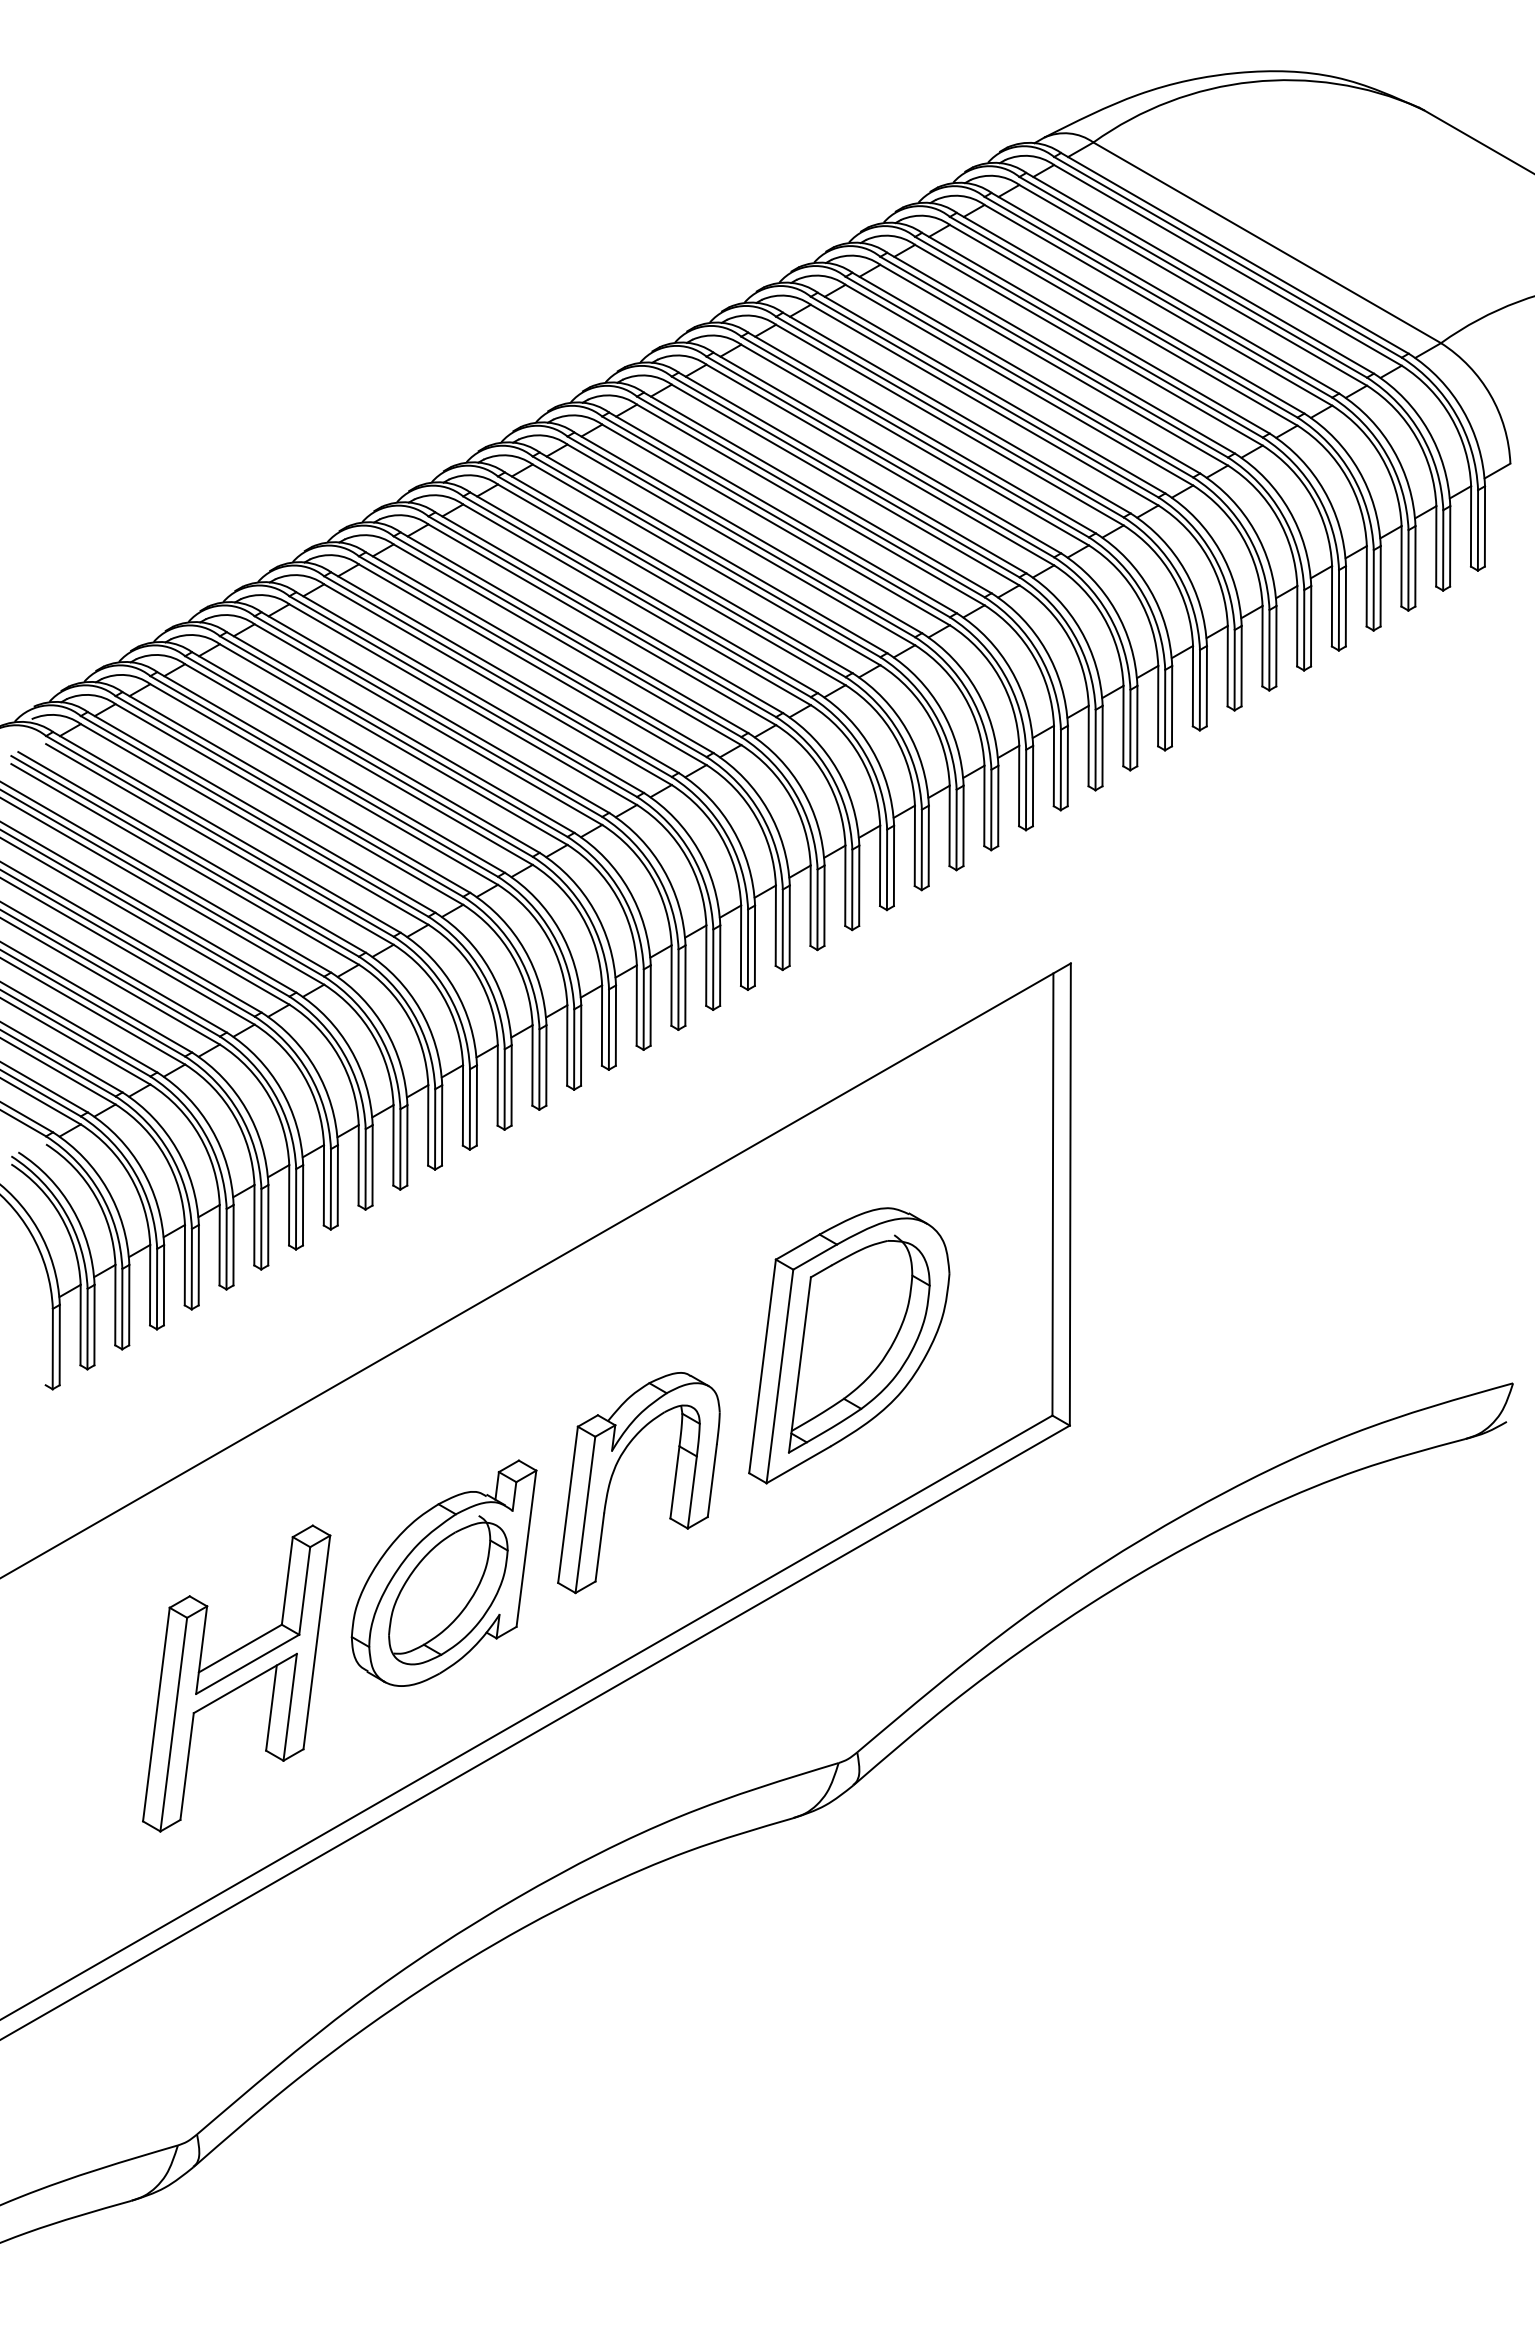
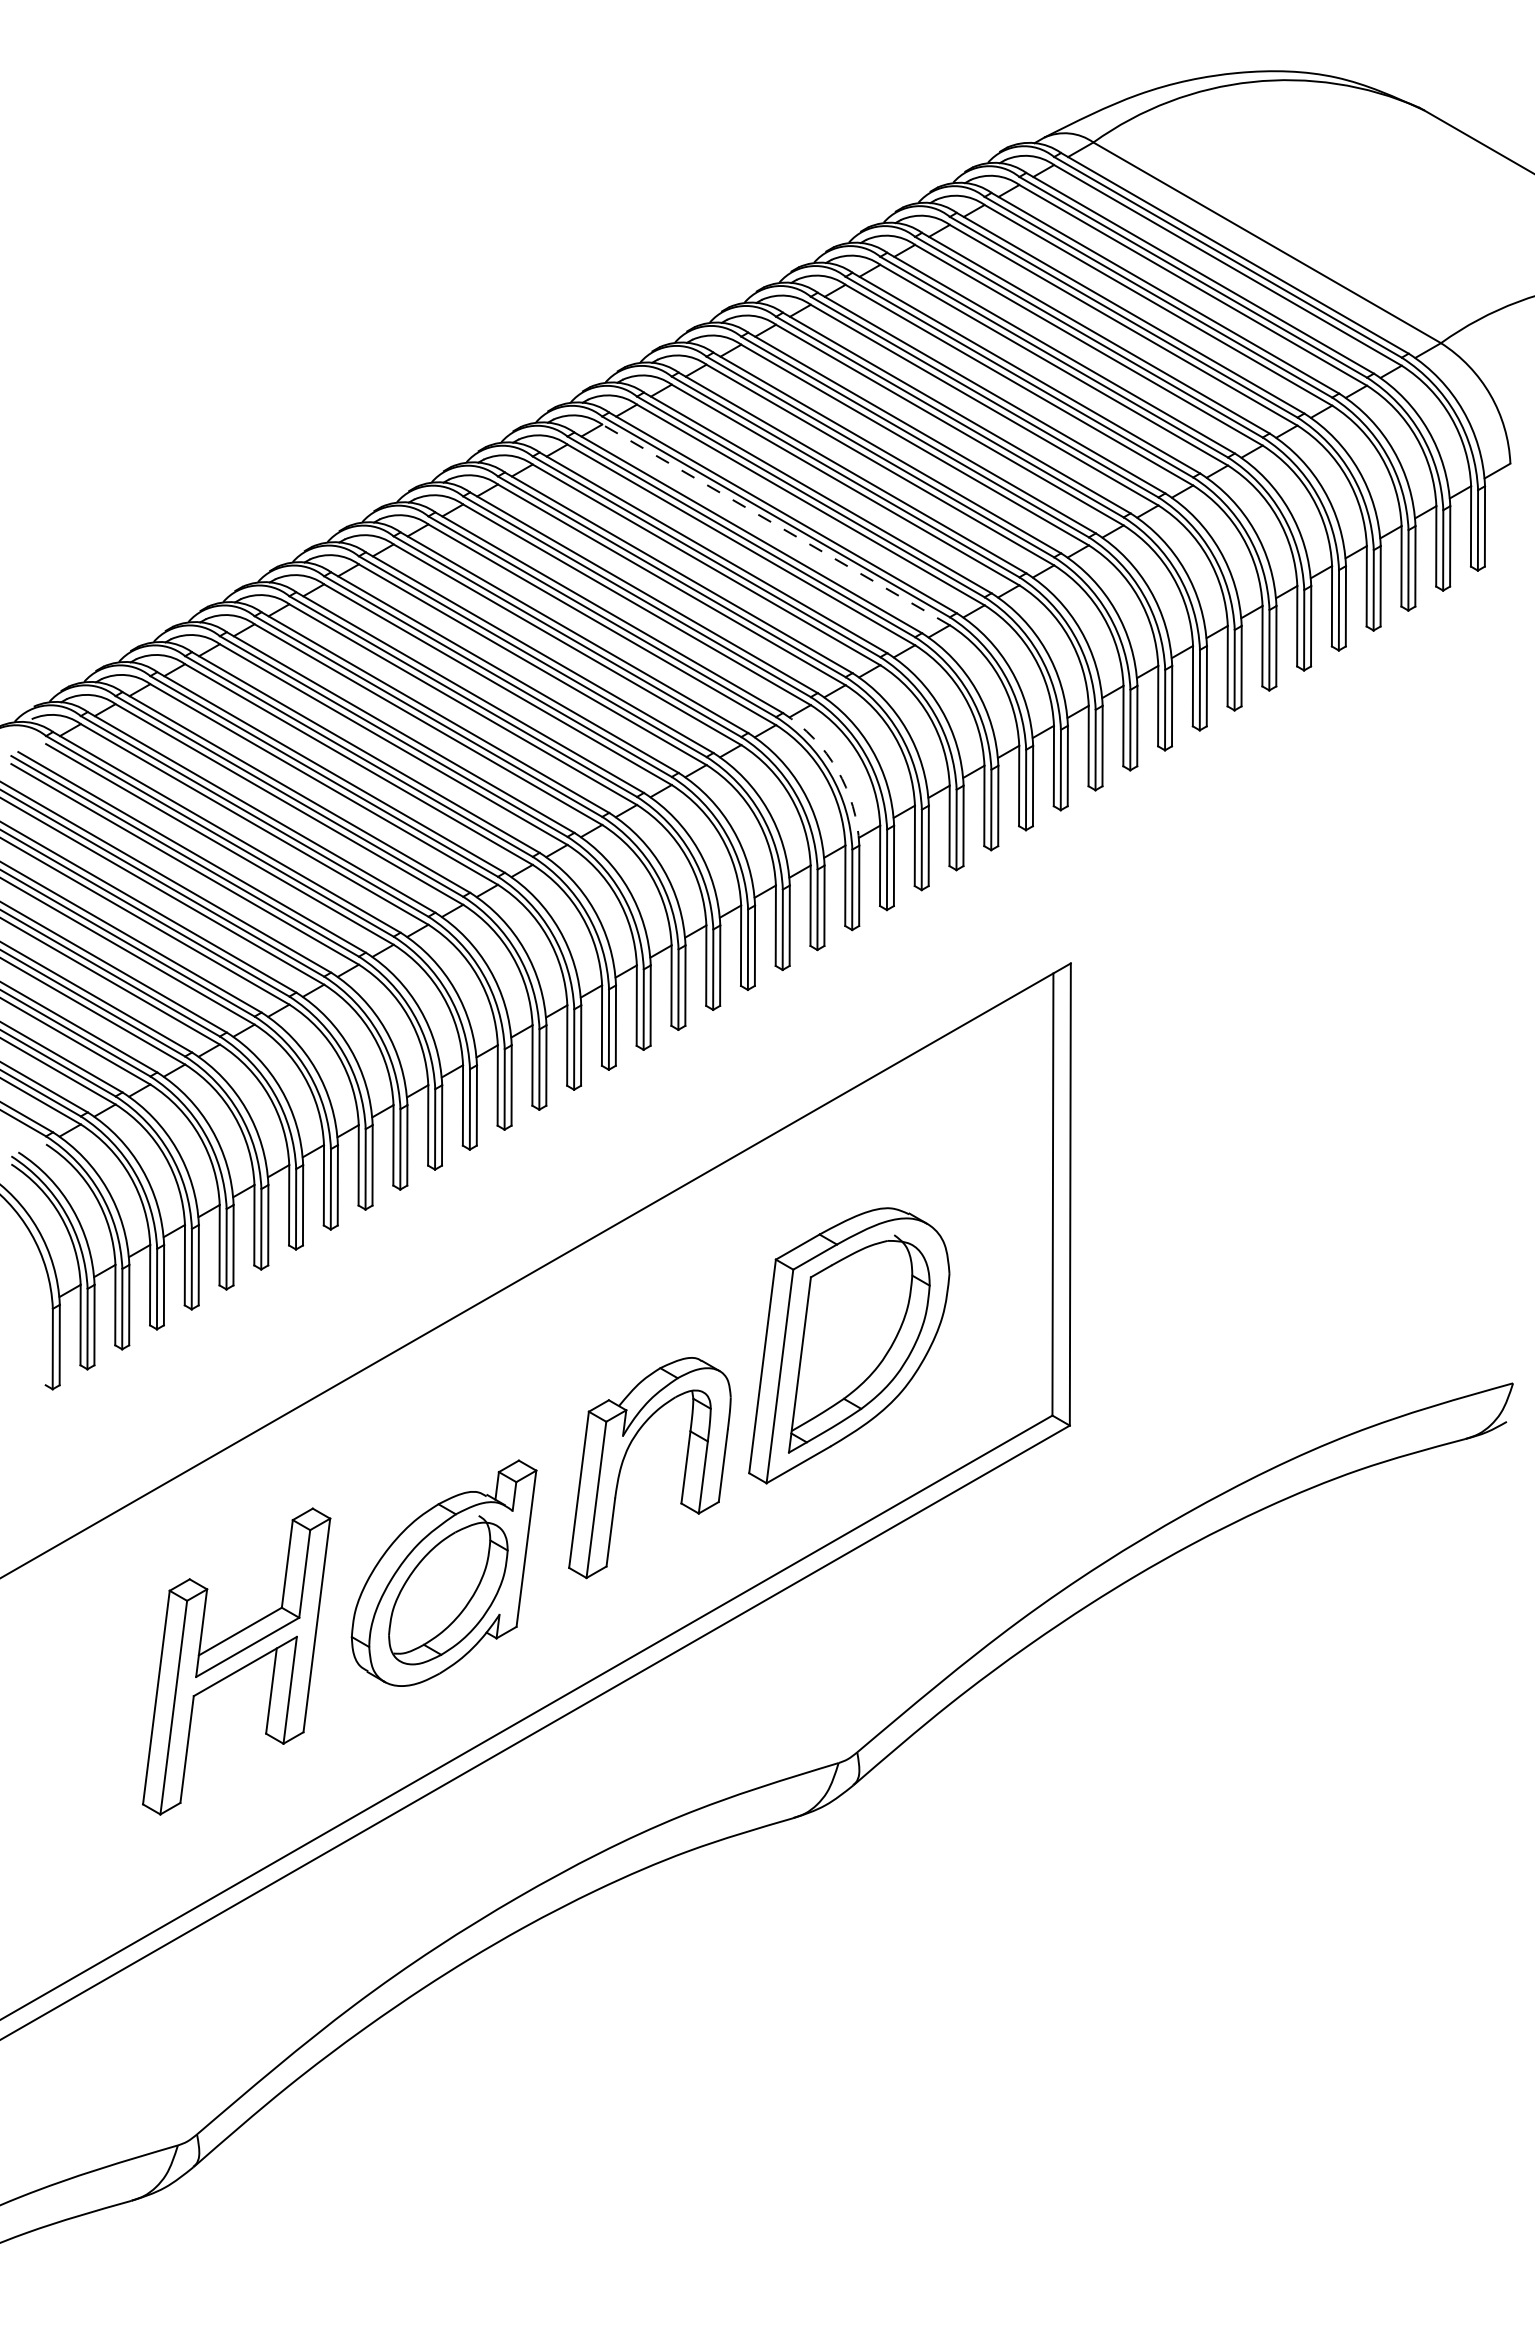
line at (776, 524): solid -> dashed
arc at (837, 770): solid -> dashed
part at (613, 1475) position: (613, 1475) -> (624, 1460)
part at (236, 1678) position: (236, 1678) -> (236, 1661)
